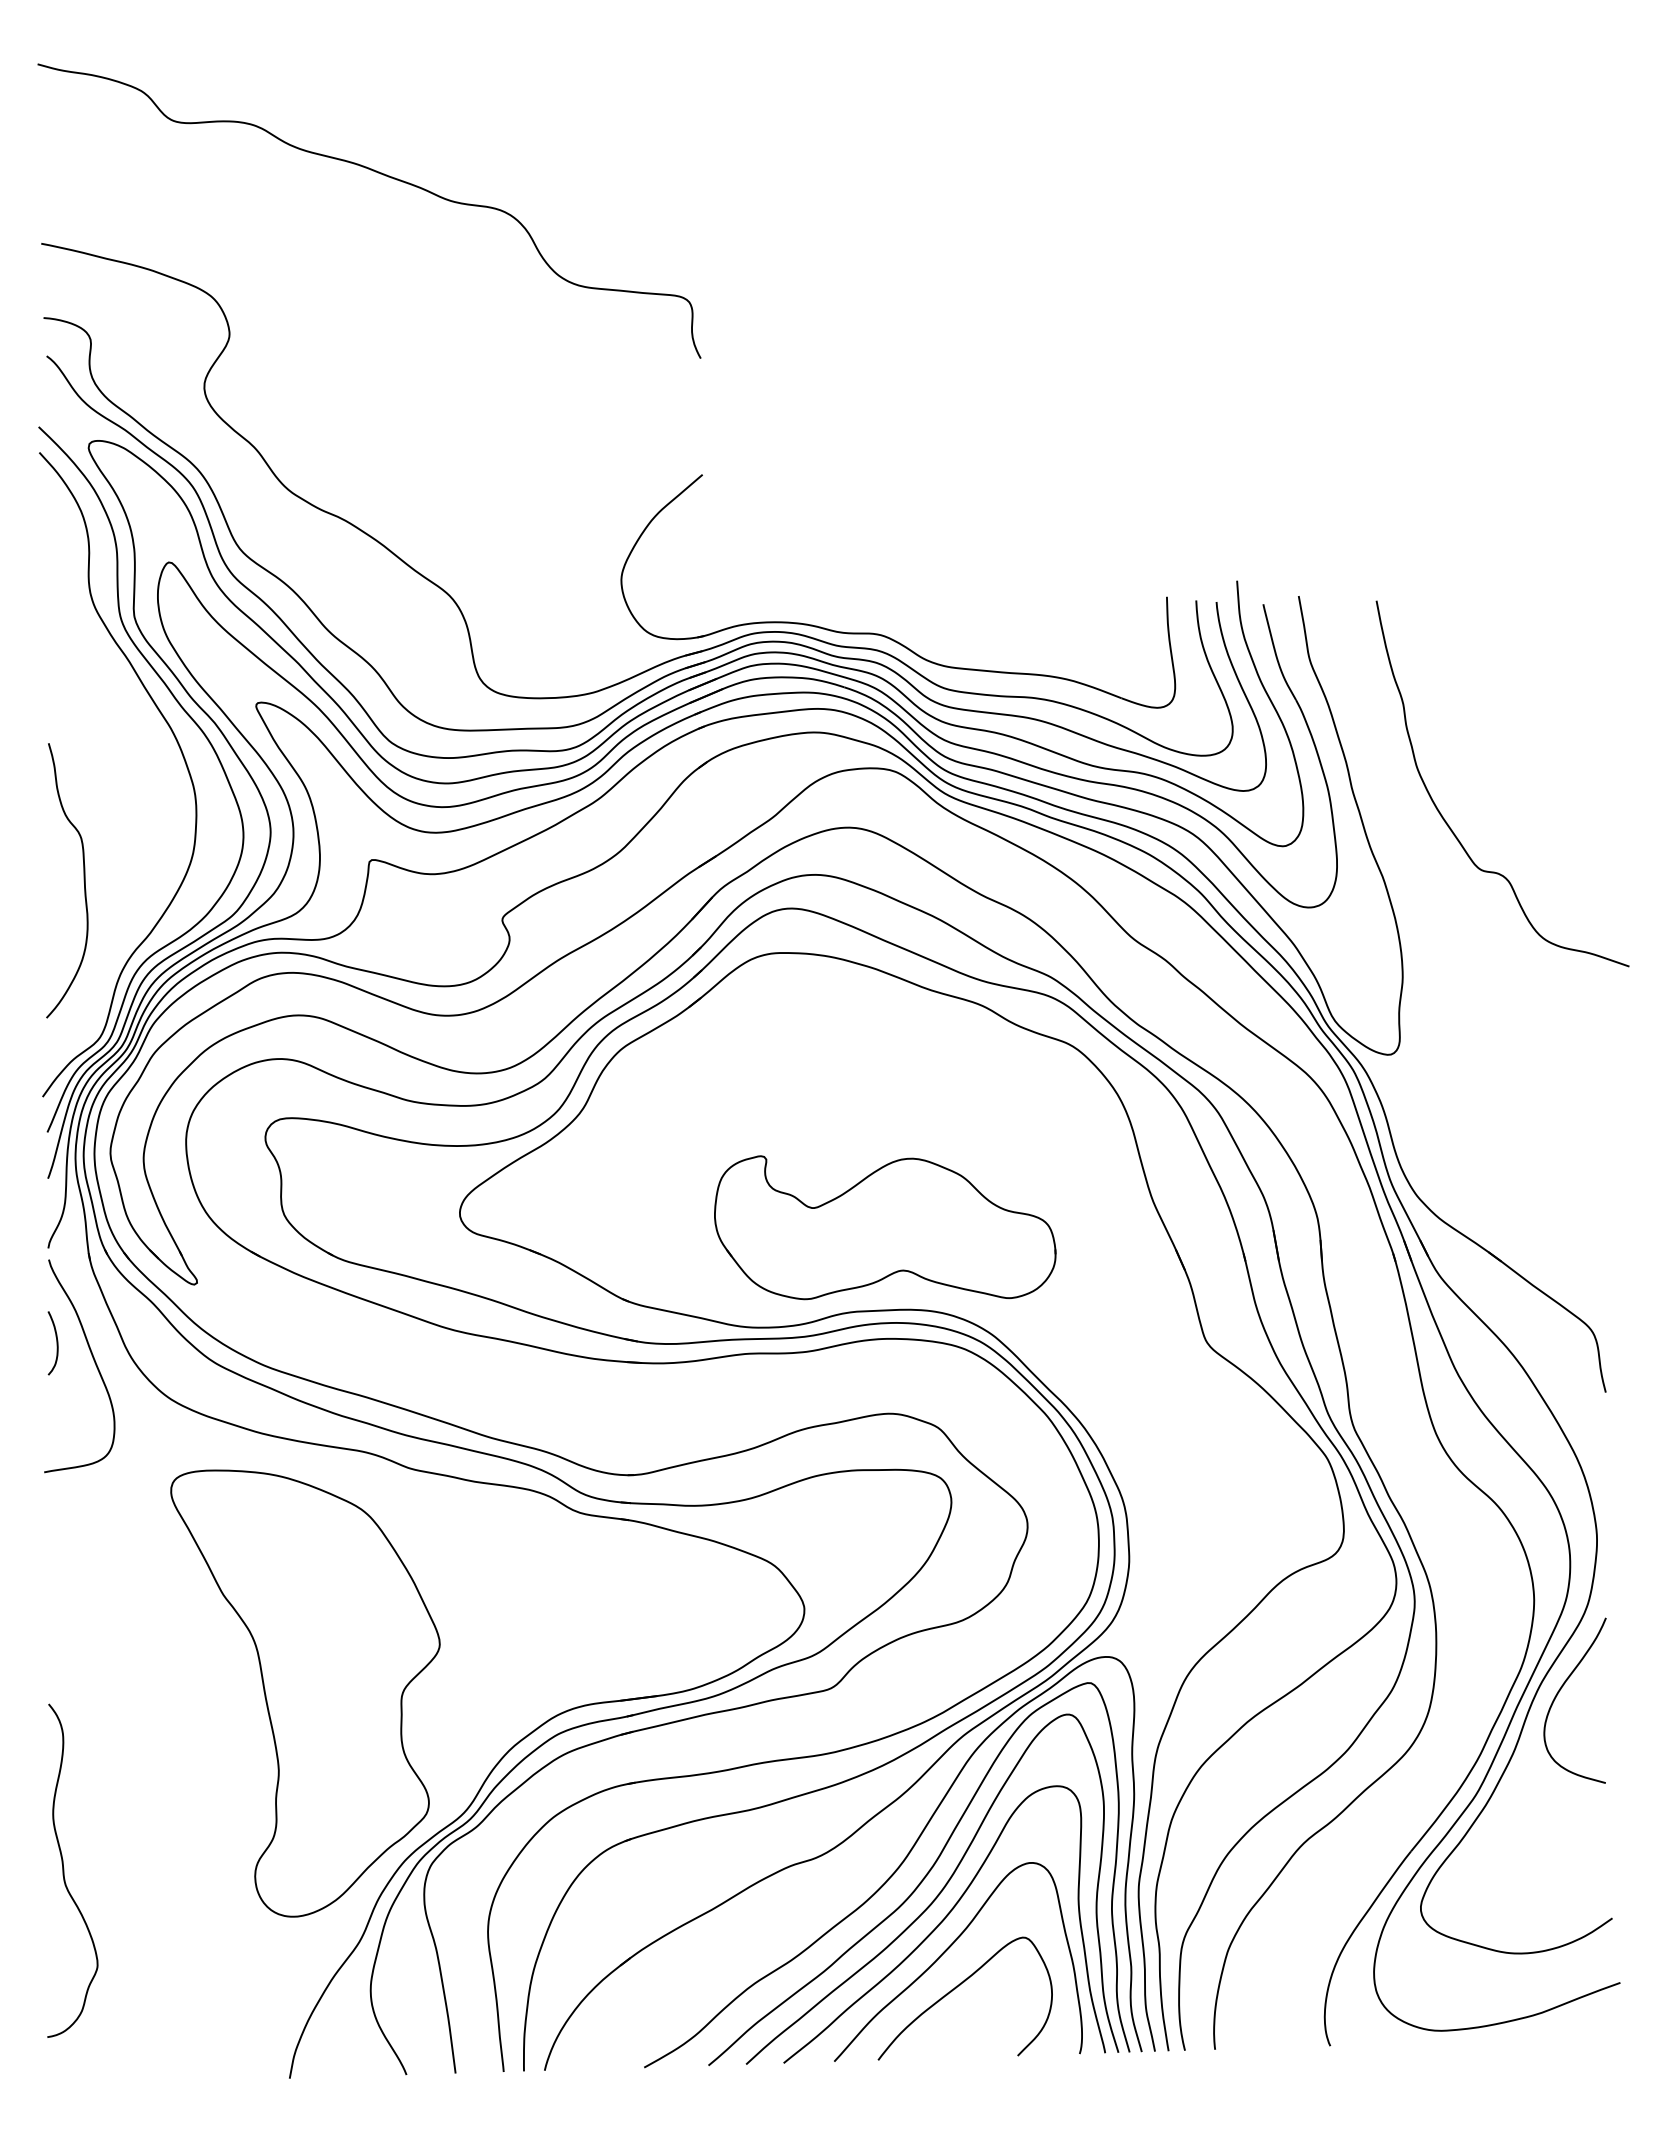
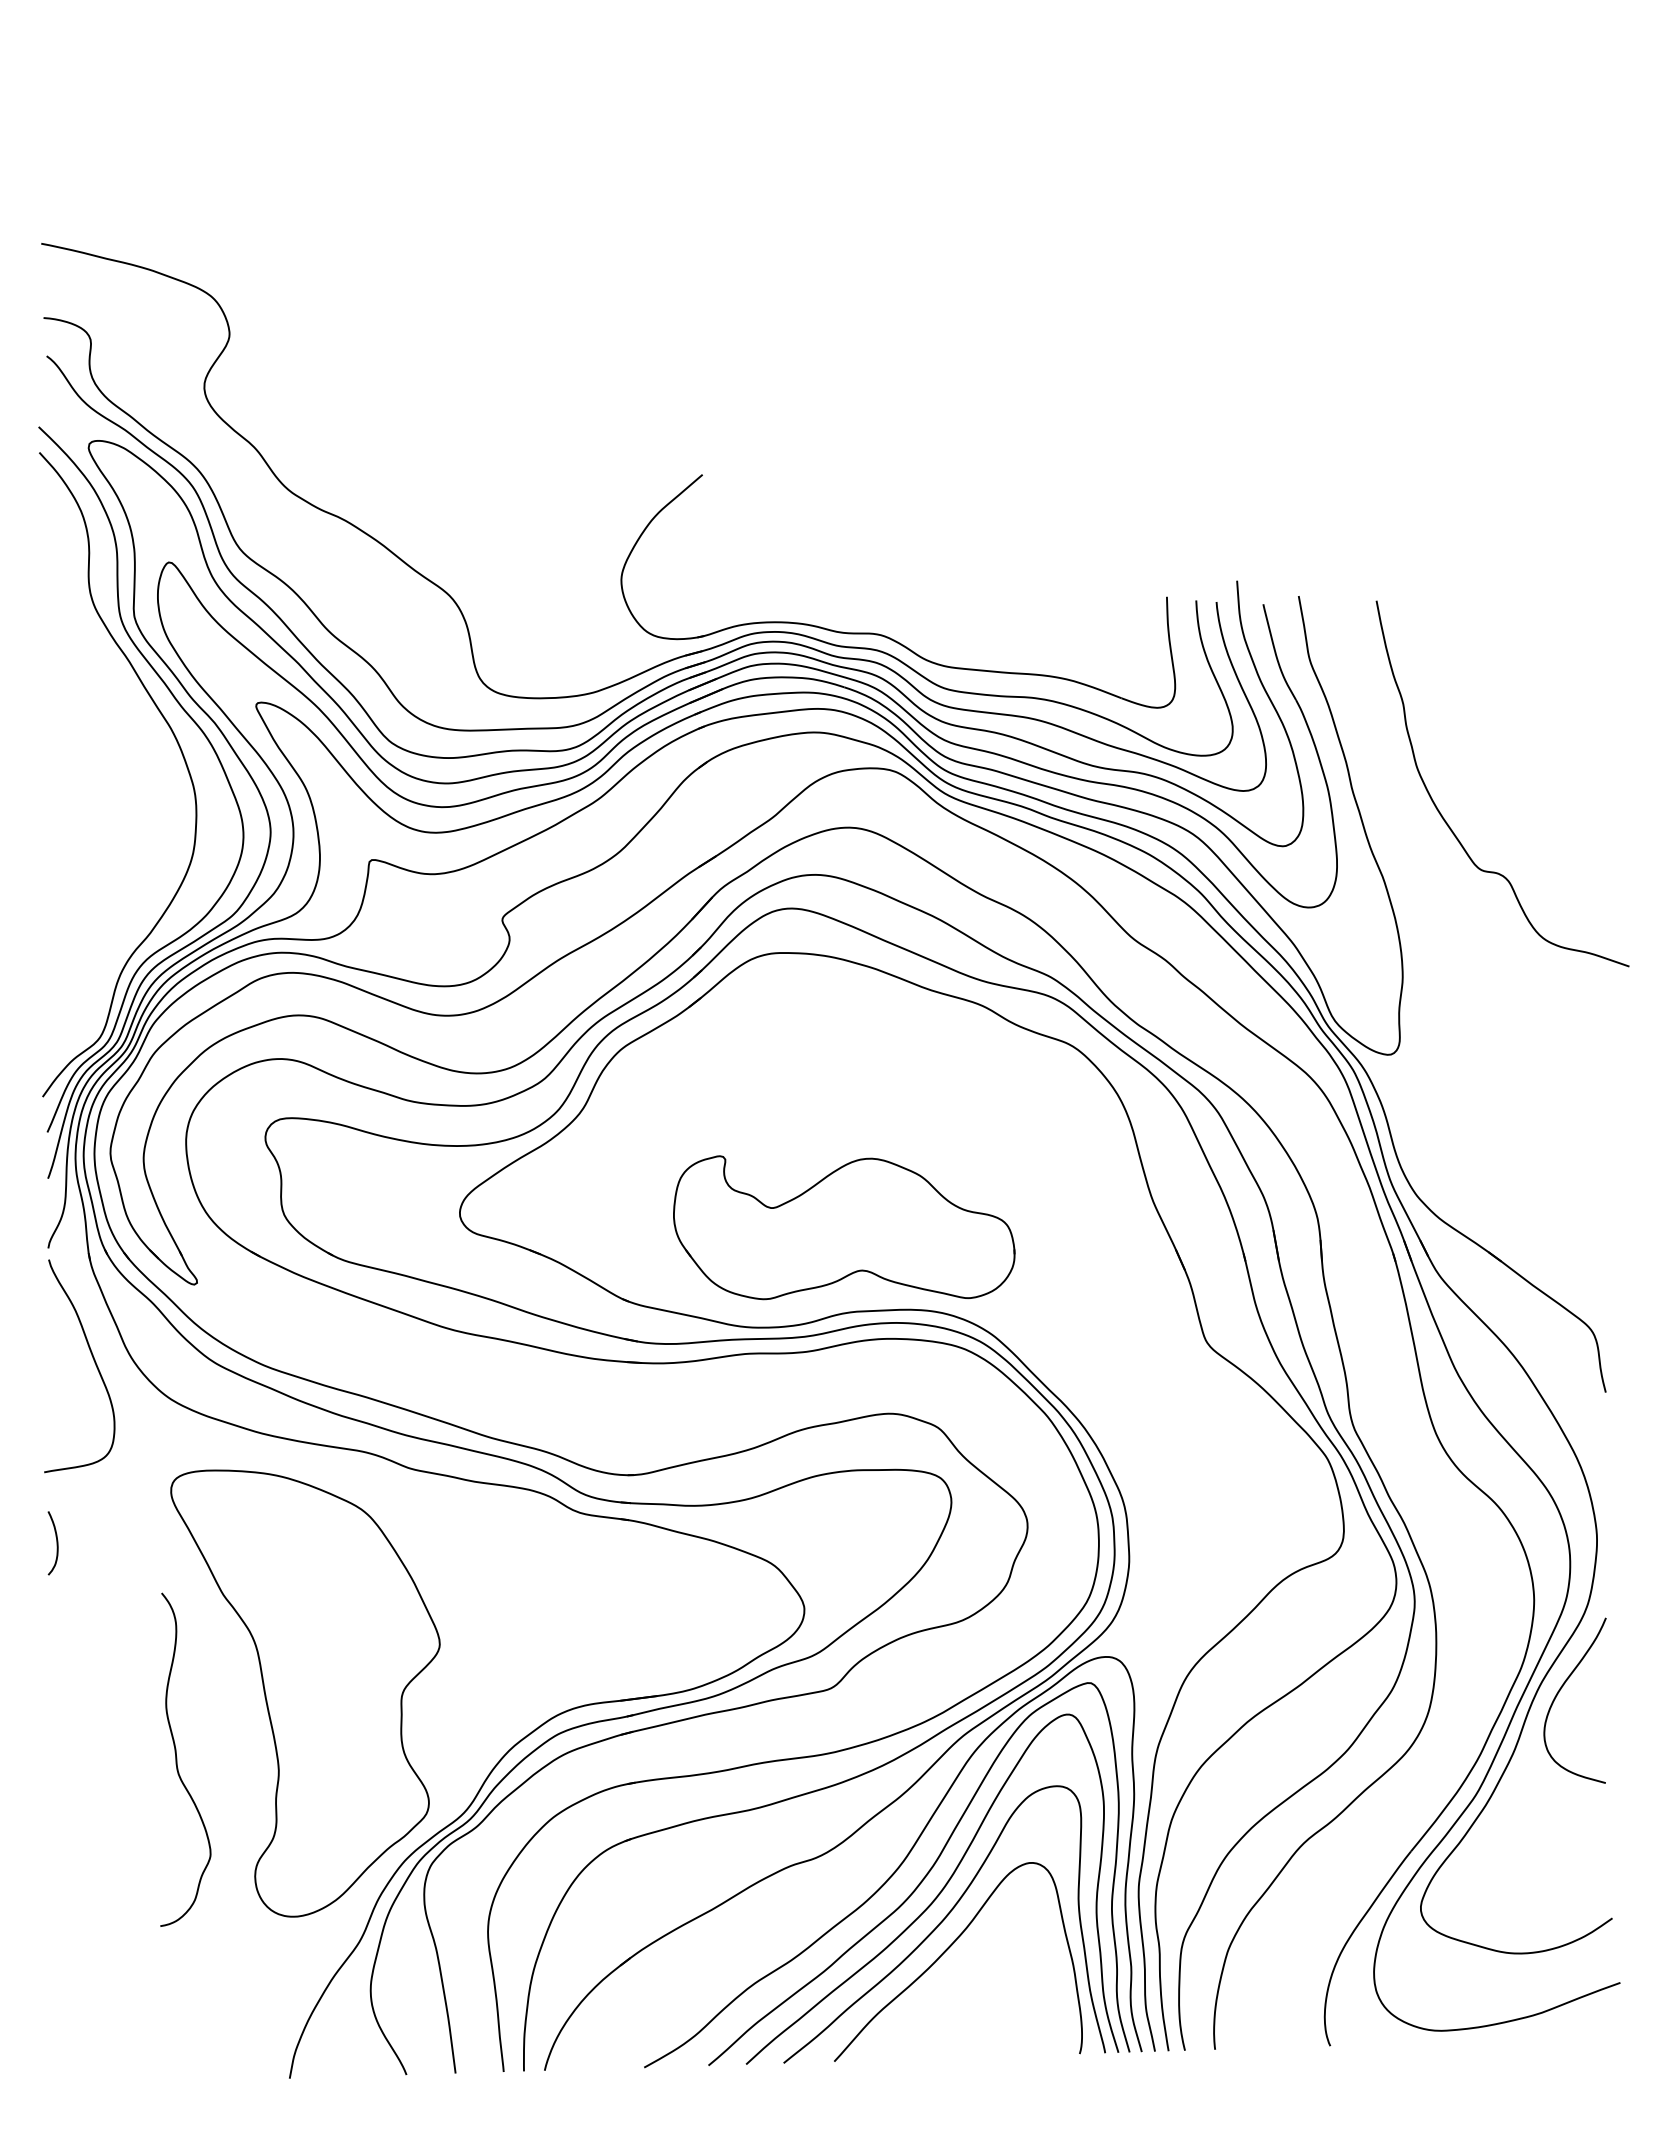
curve at (385, 176): present -> none
curve at (83, 880): present -> none
part at (885, 1227) position: (885, 1227) -> (844, 1227)
curve at (56, 1343) position: (56, 1343) -> (56, 1543)
curve at (64, 1870) position: (64, 1870) -> (177, 1759)
curve at (955, 1989): present -> none
